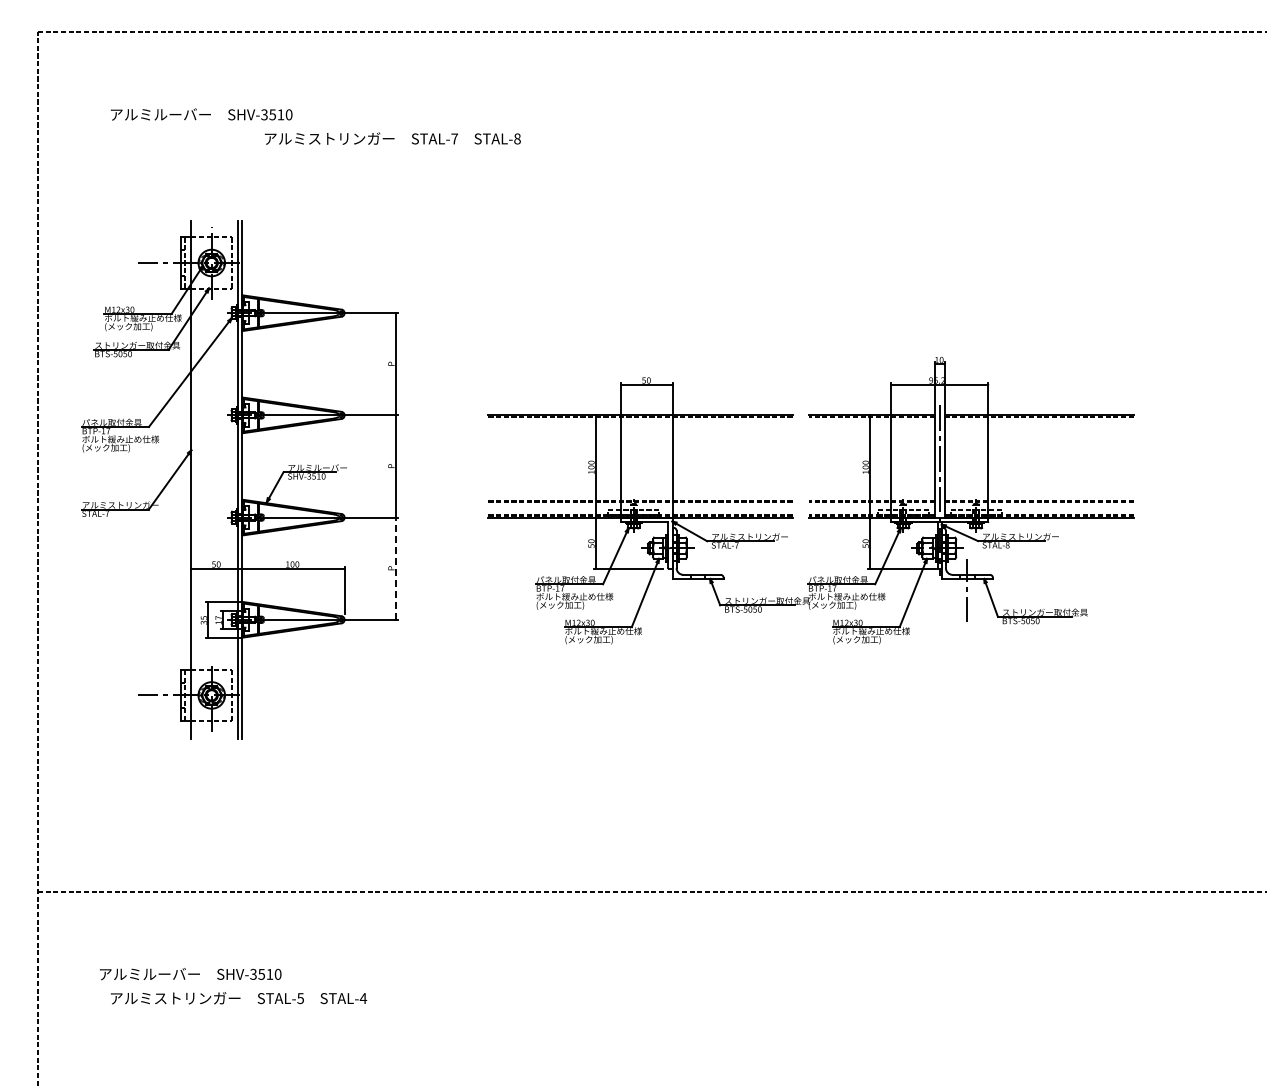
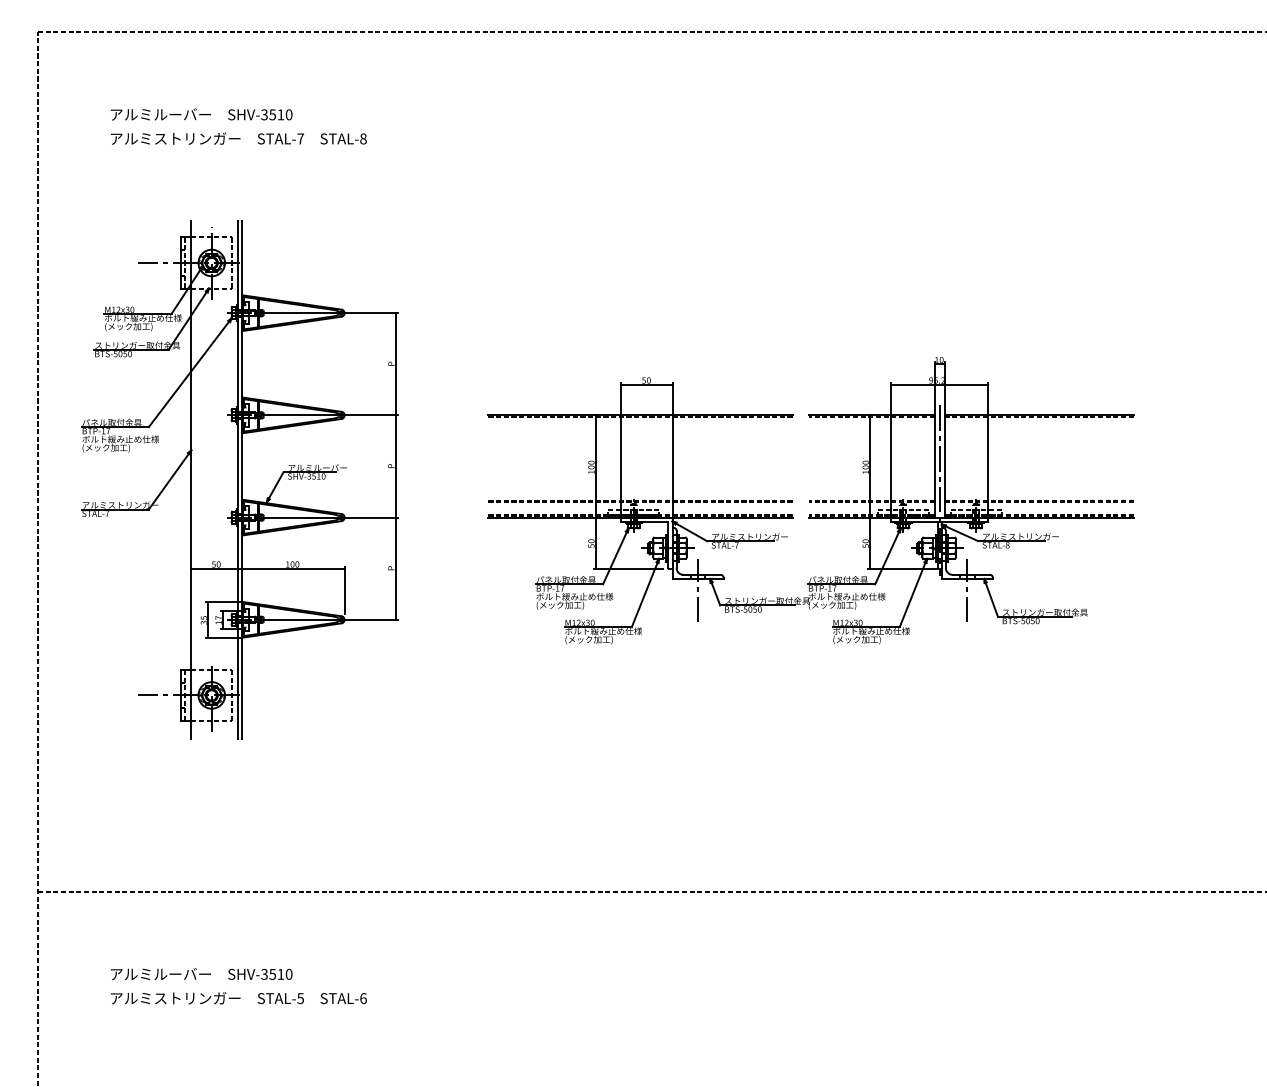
text at (392, 138) position: (392, 138) -> (238, 138)
line at (395, 568): dashed -> solid
line at (698, 590): none -> present
text at (190, 974) position: (190, 974) -> (201, 974)
text at (363, 998): STAL-4 -> STAL-6
